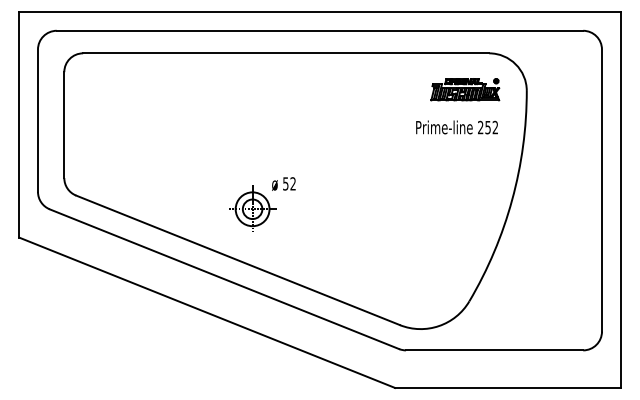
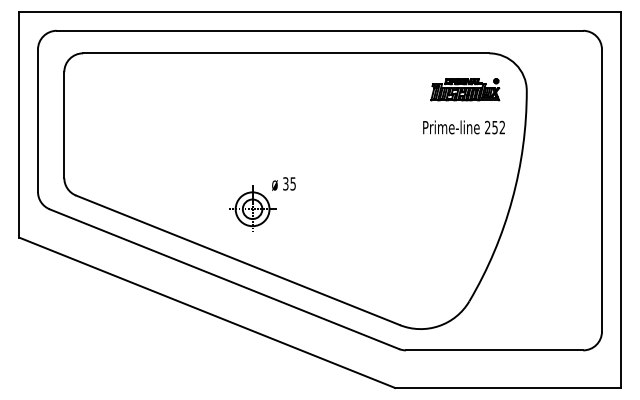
text at (456, 127) position: (456, 127) -> (463, 127)
text at (289, 183): 52 -> 35
